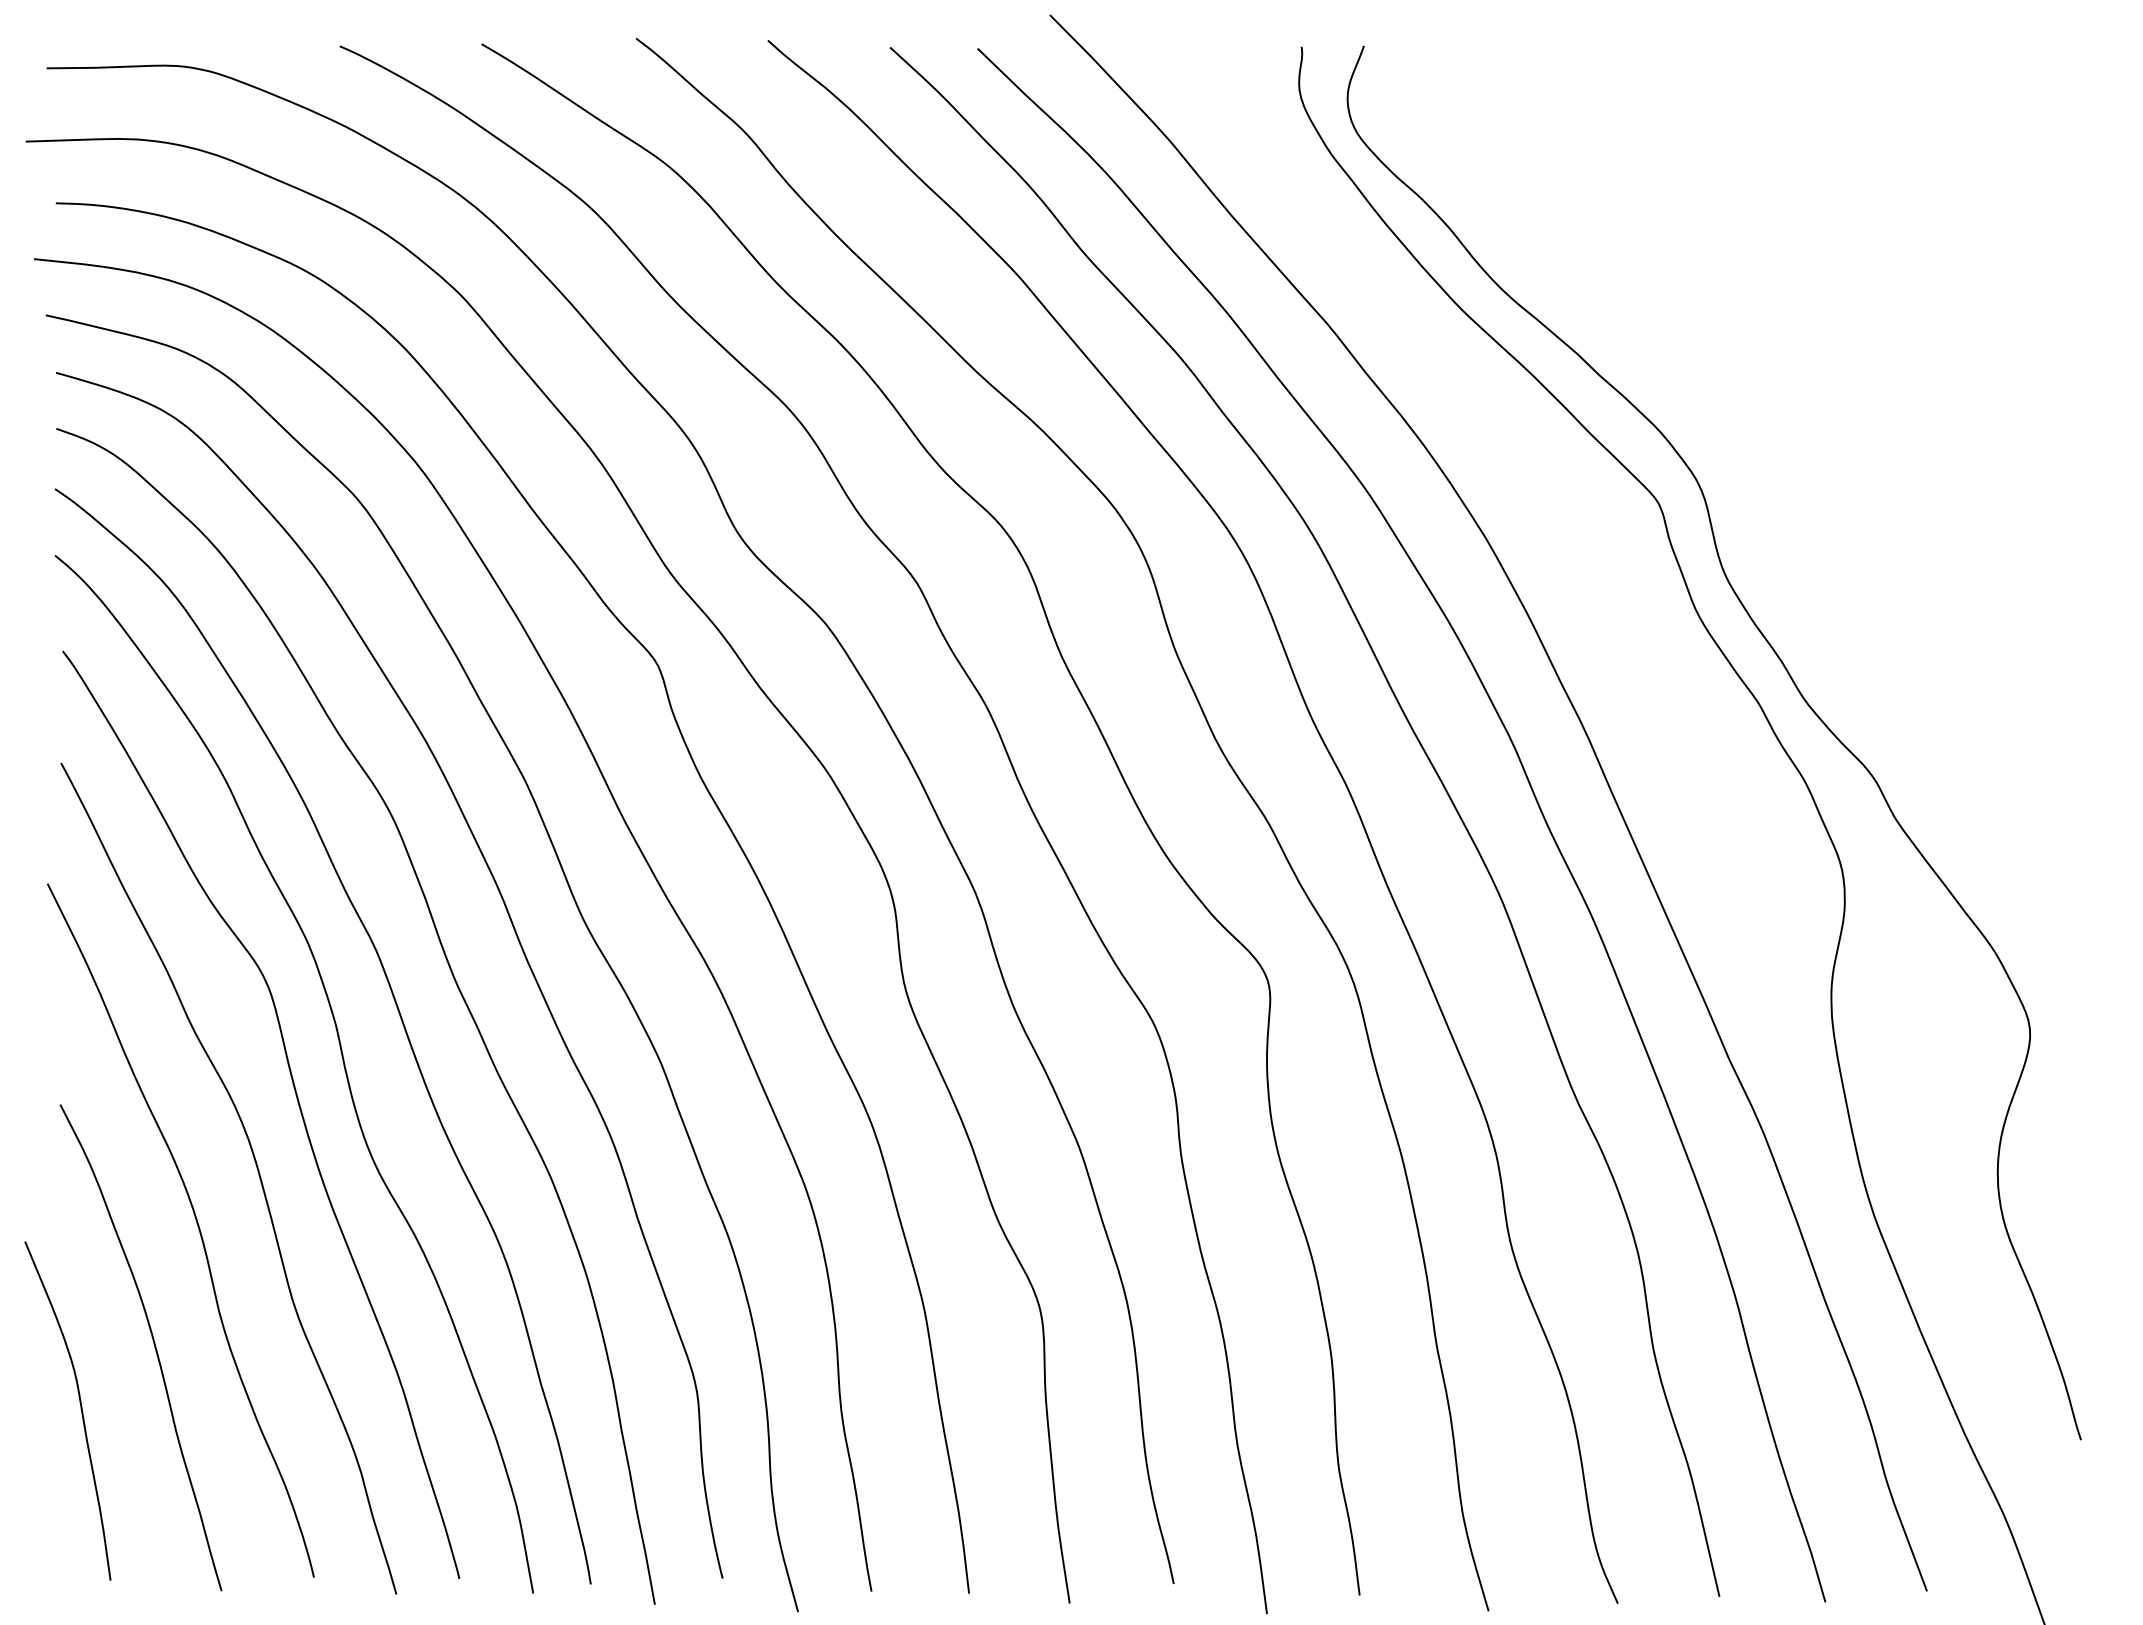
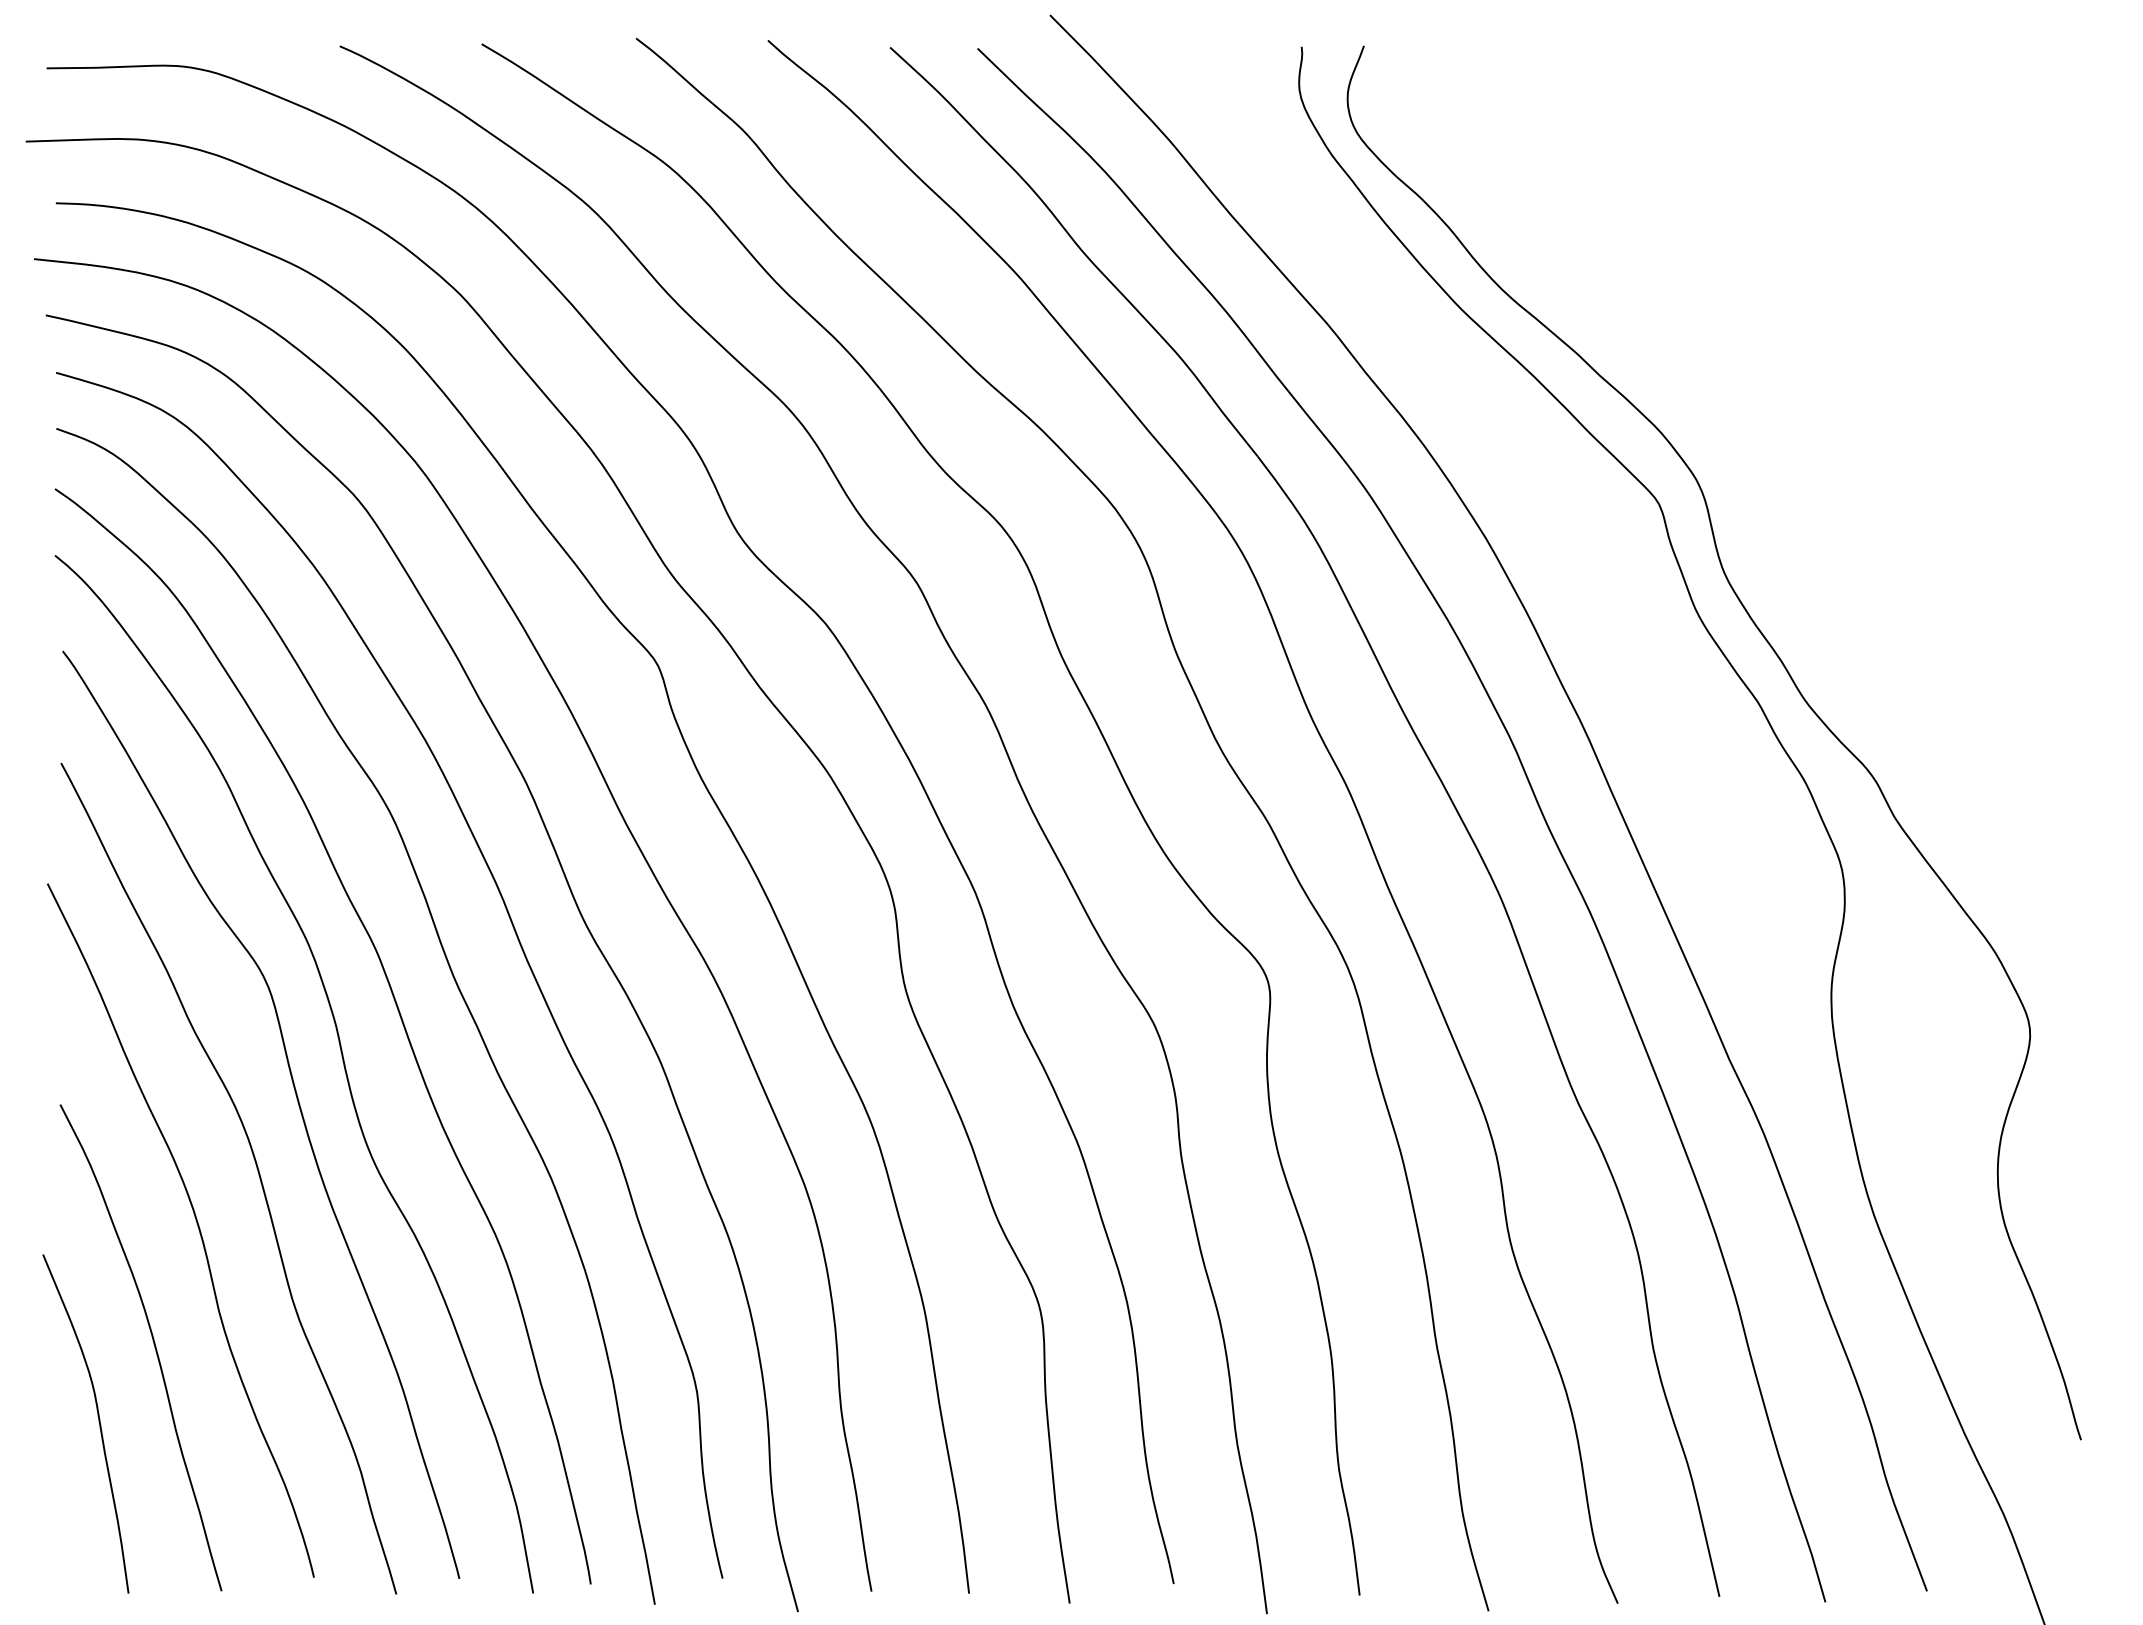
curve at (80, 1409) position: (80, 1409) -> (98, 1422)
